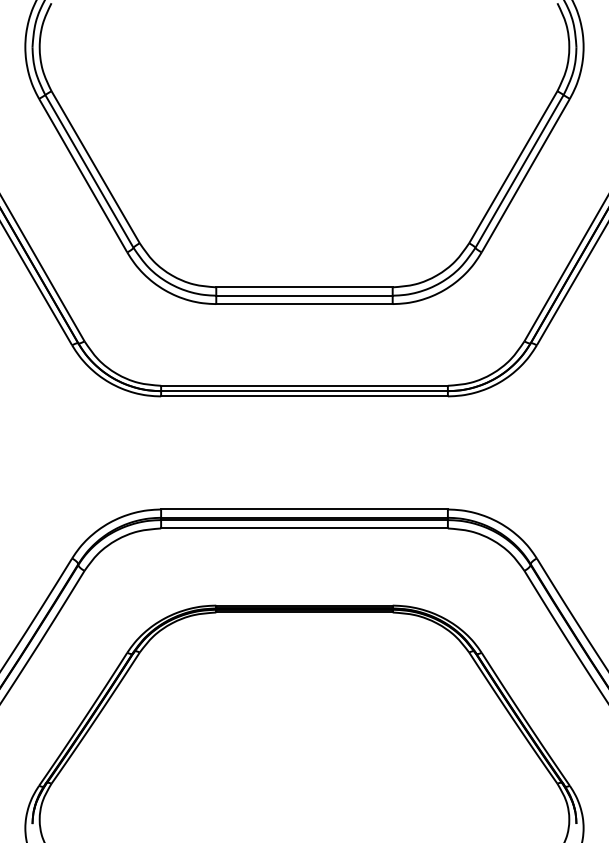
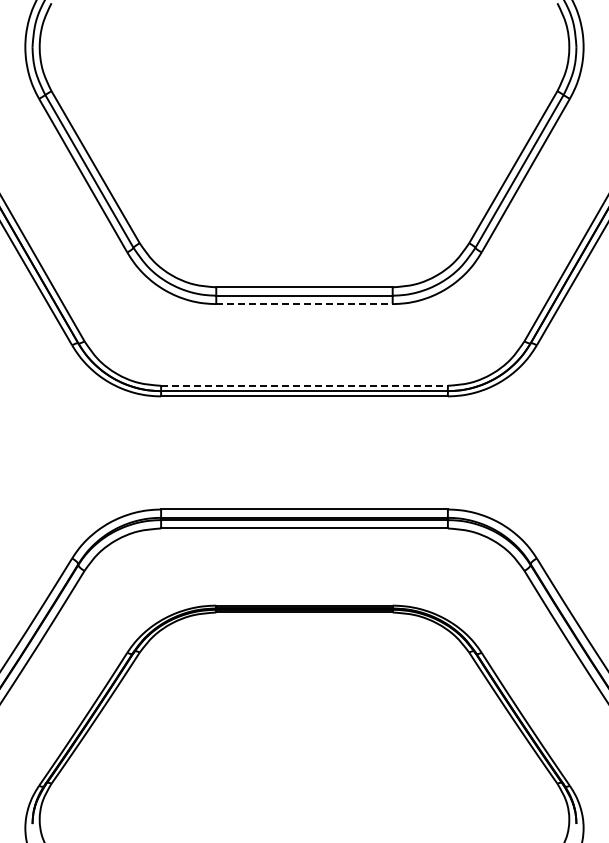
line at (304, 304): solid -> dashed
line at (305, 385): solid -> dashed
